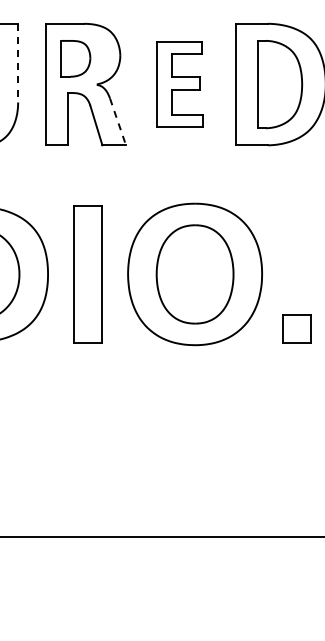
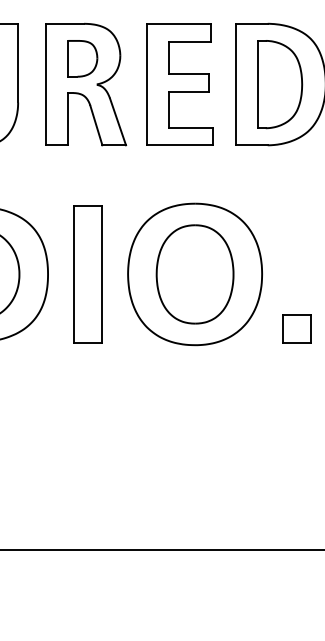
part at (75, 58) position: (75, 58) -> (82, 58)
line at (18, 63): dashed -> solid
part at (179, 84) size: 48x87 px -> 68x123 px
line at (118, 121): dashed -> solid
line at (161, 537) position: (161, 537) -> (161, 550)
